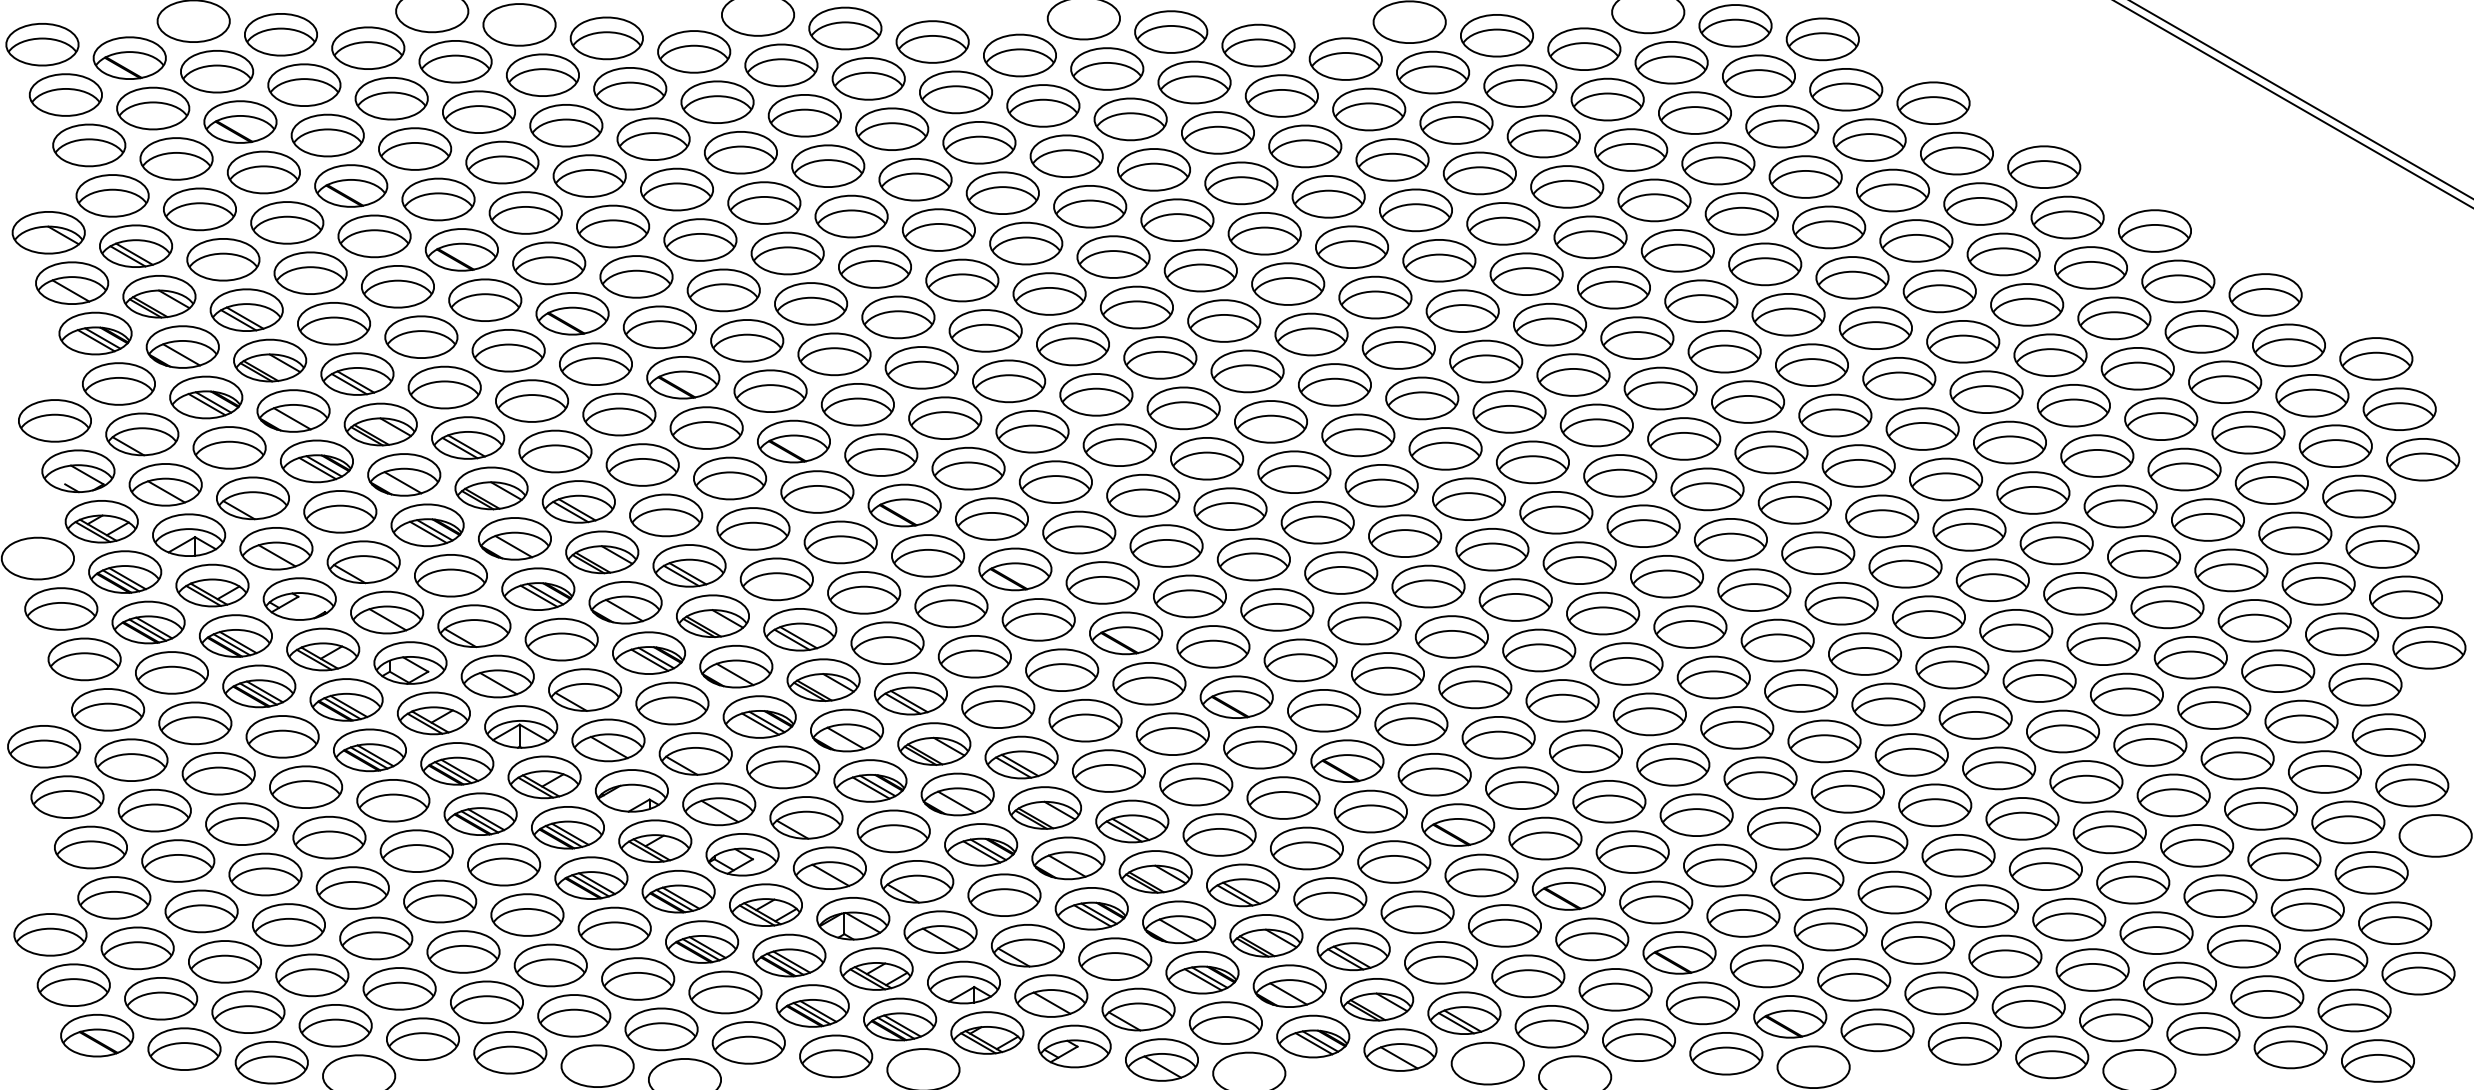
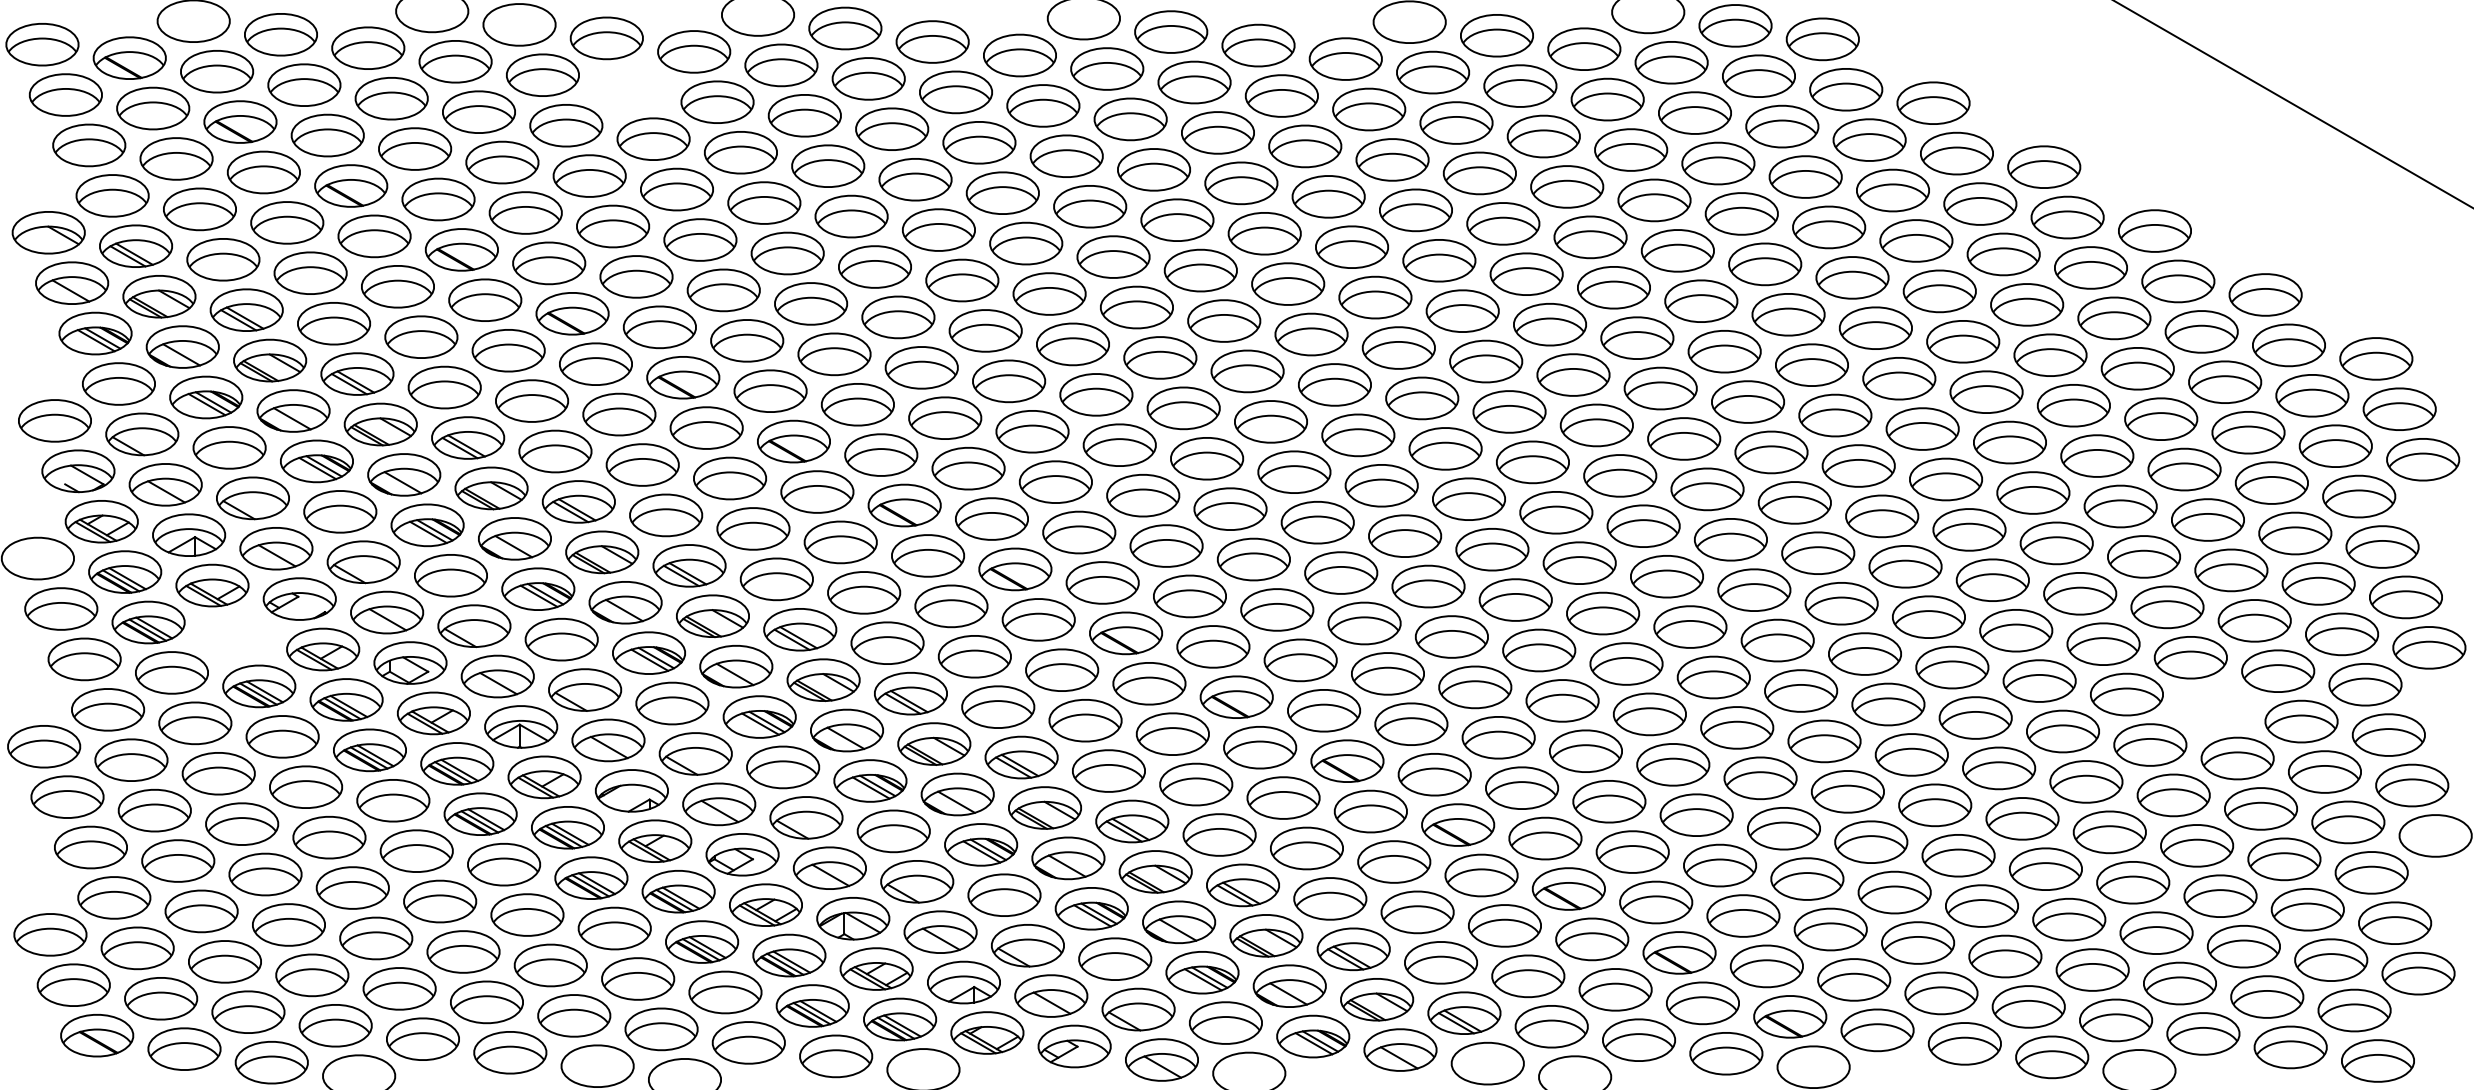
part at (630, 88): present -> none
line at (2301, 99): present -> none
part at (235, 635): present -> none
part at (2214, 707): present -> none
